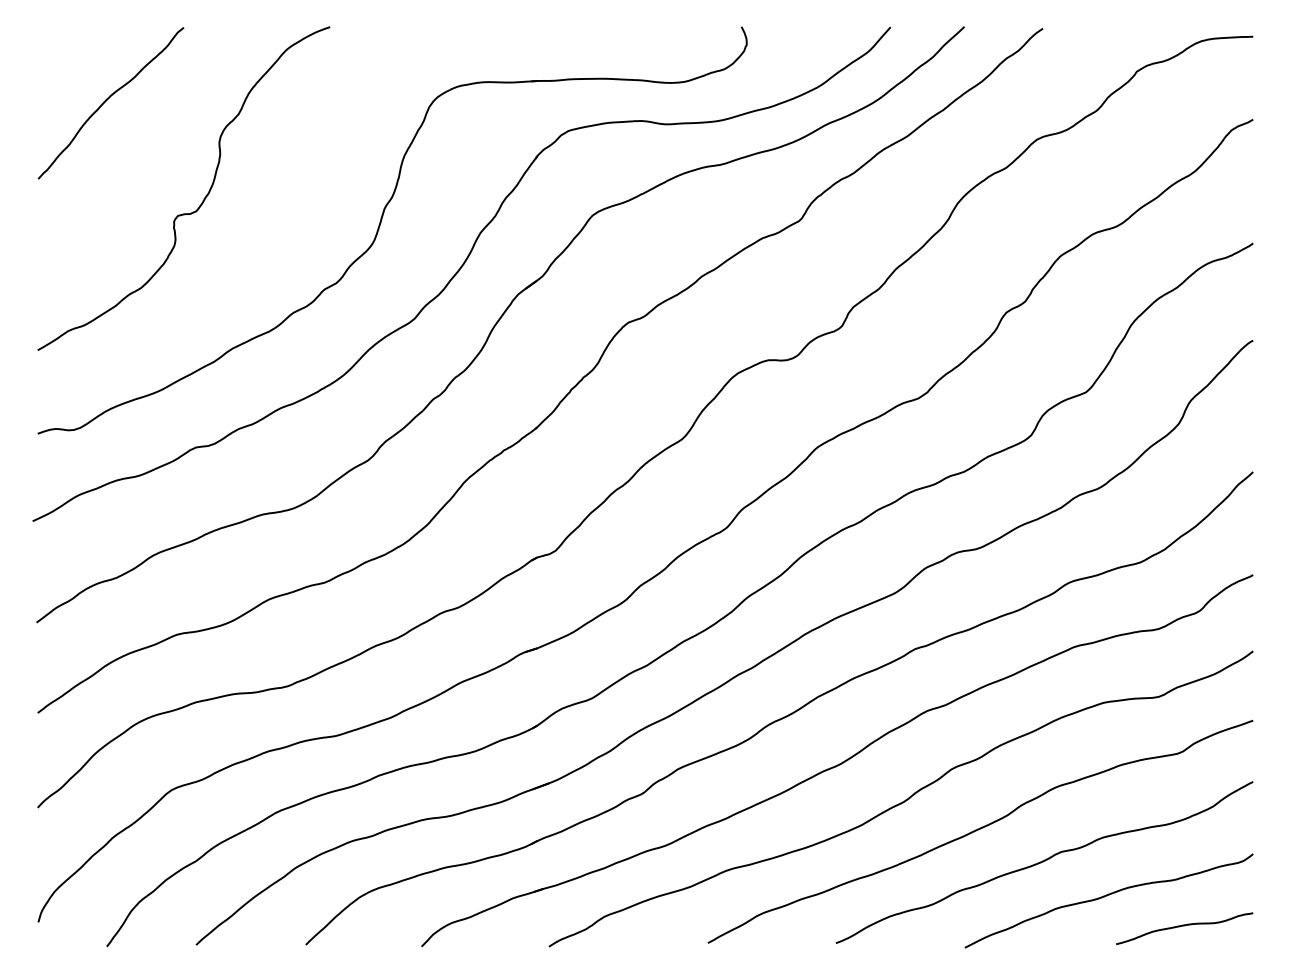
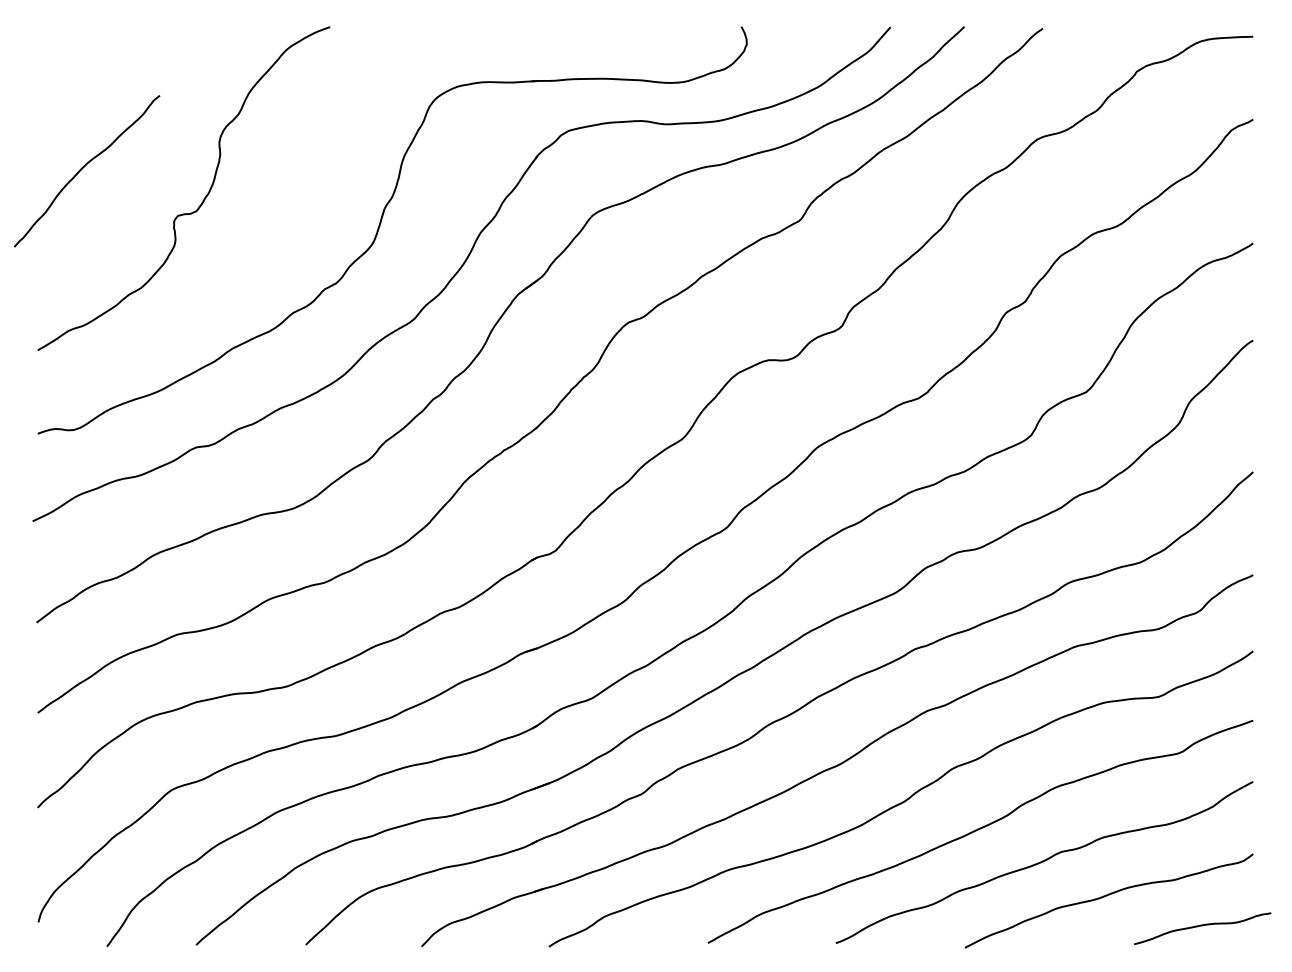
curve at (107, 100) position: (107, 100) -> (83, 168)
curve at (1184, 926) position: (1184, 926) -> (1202, 926)
